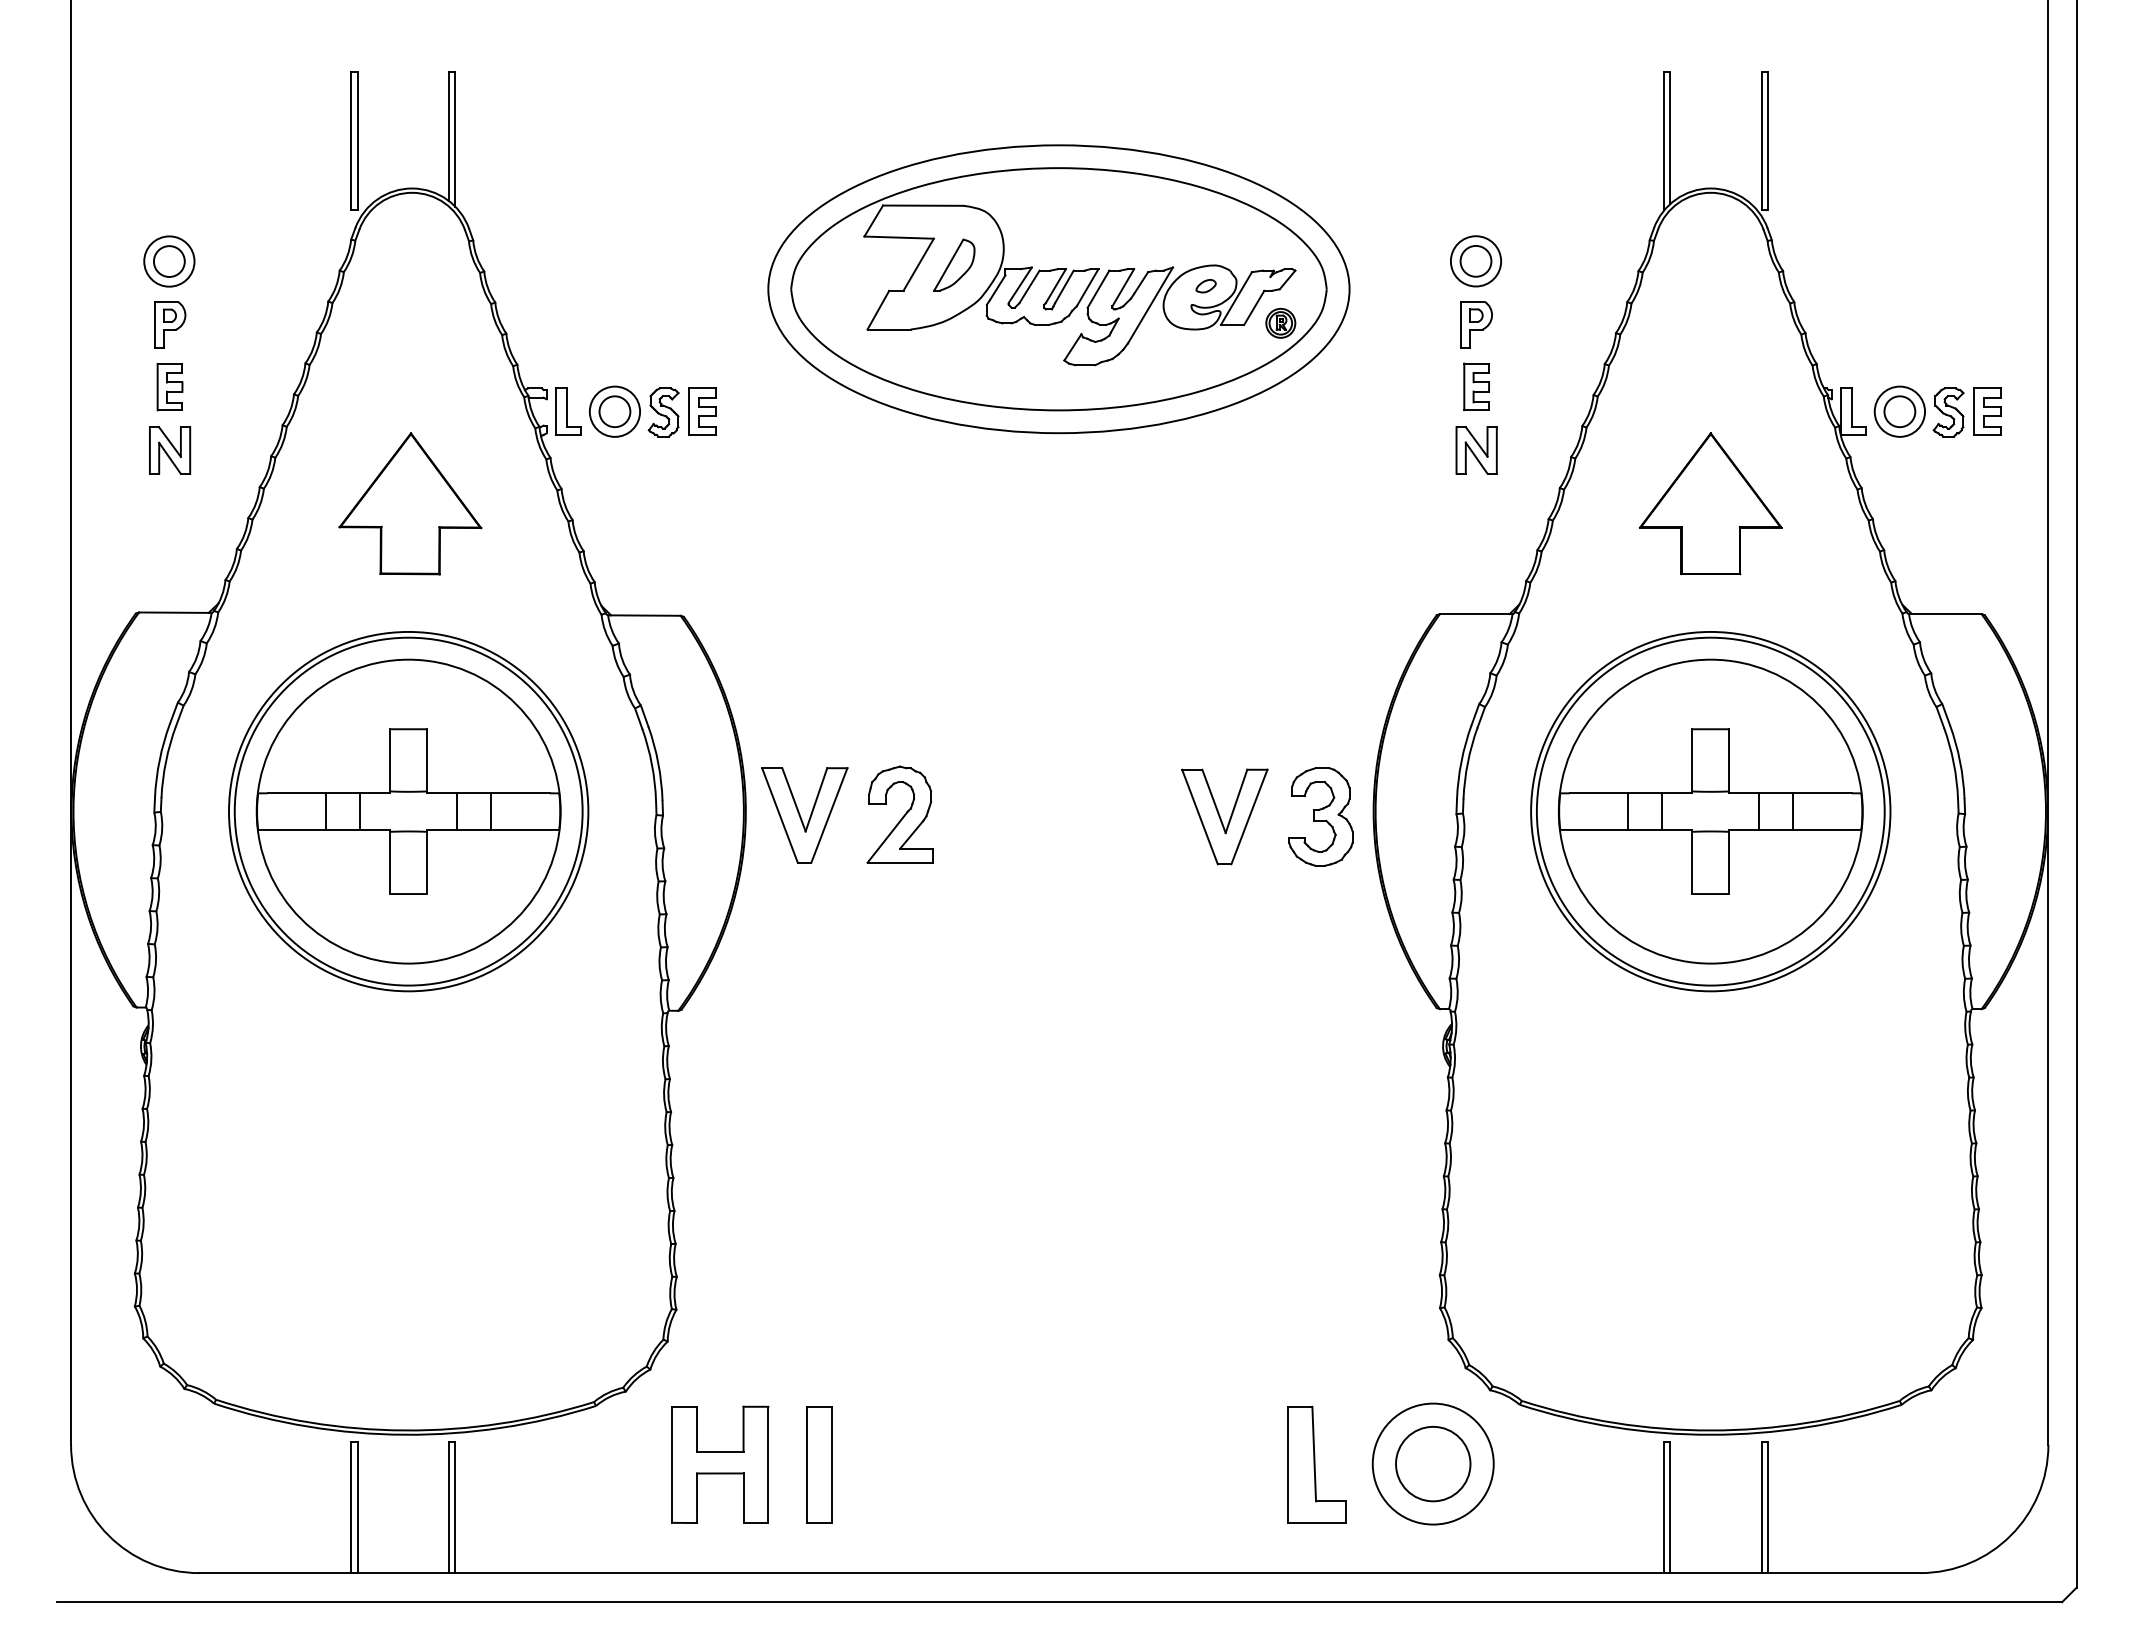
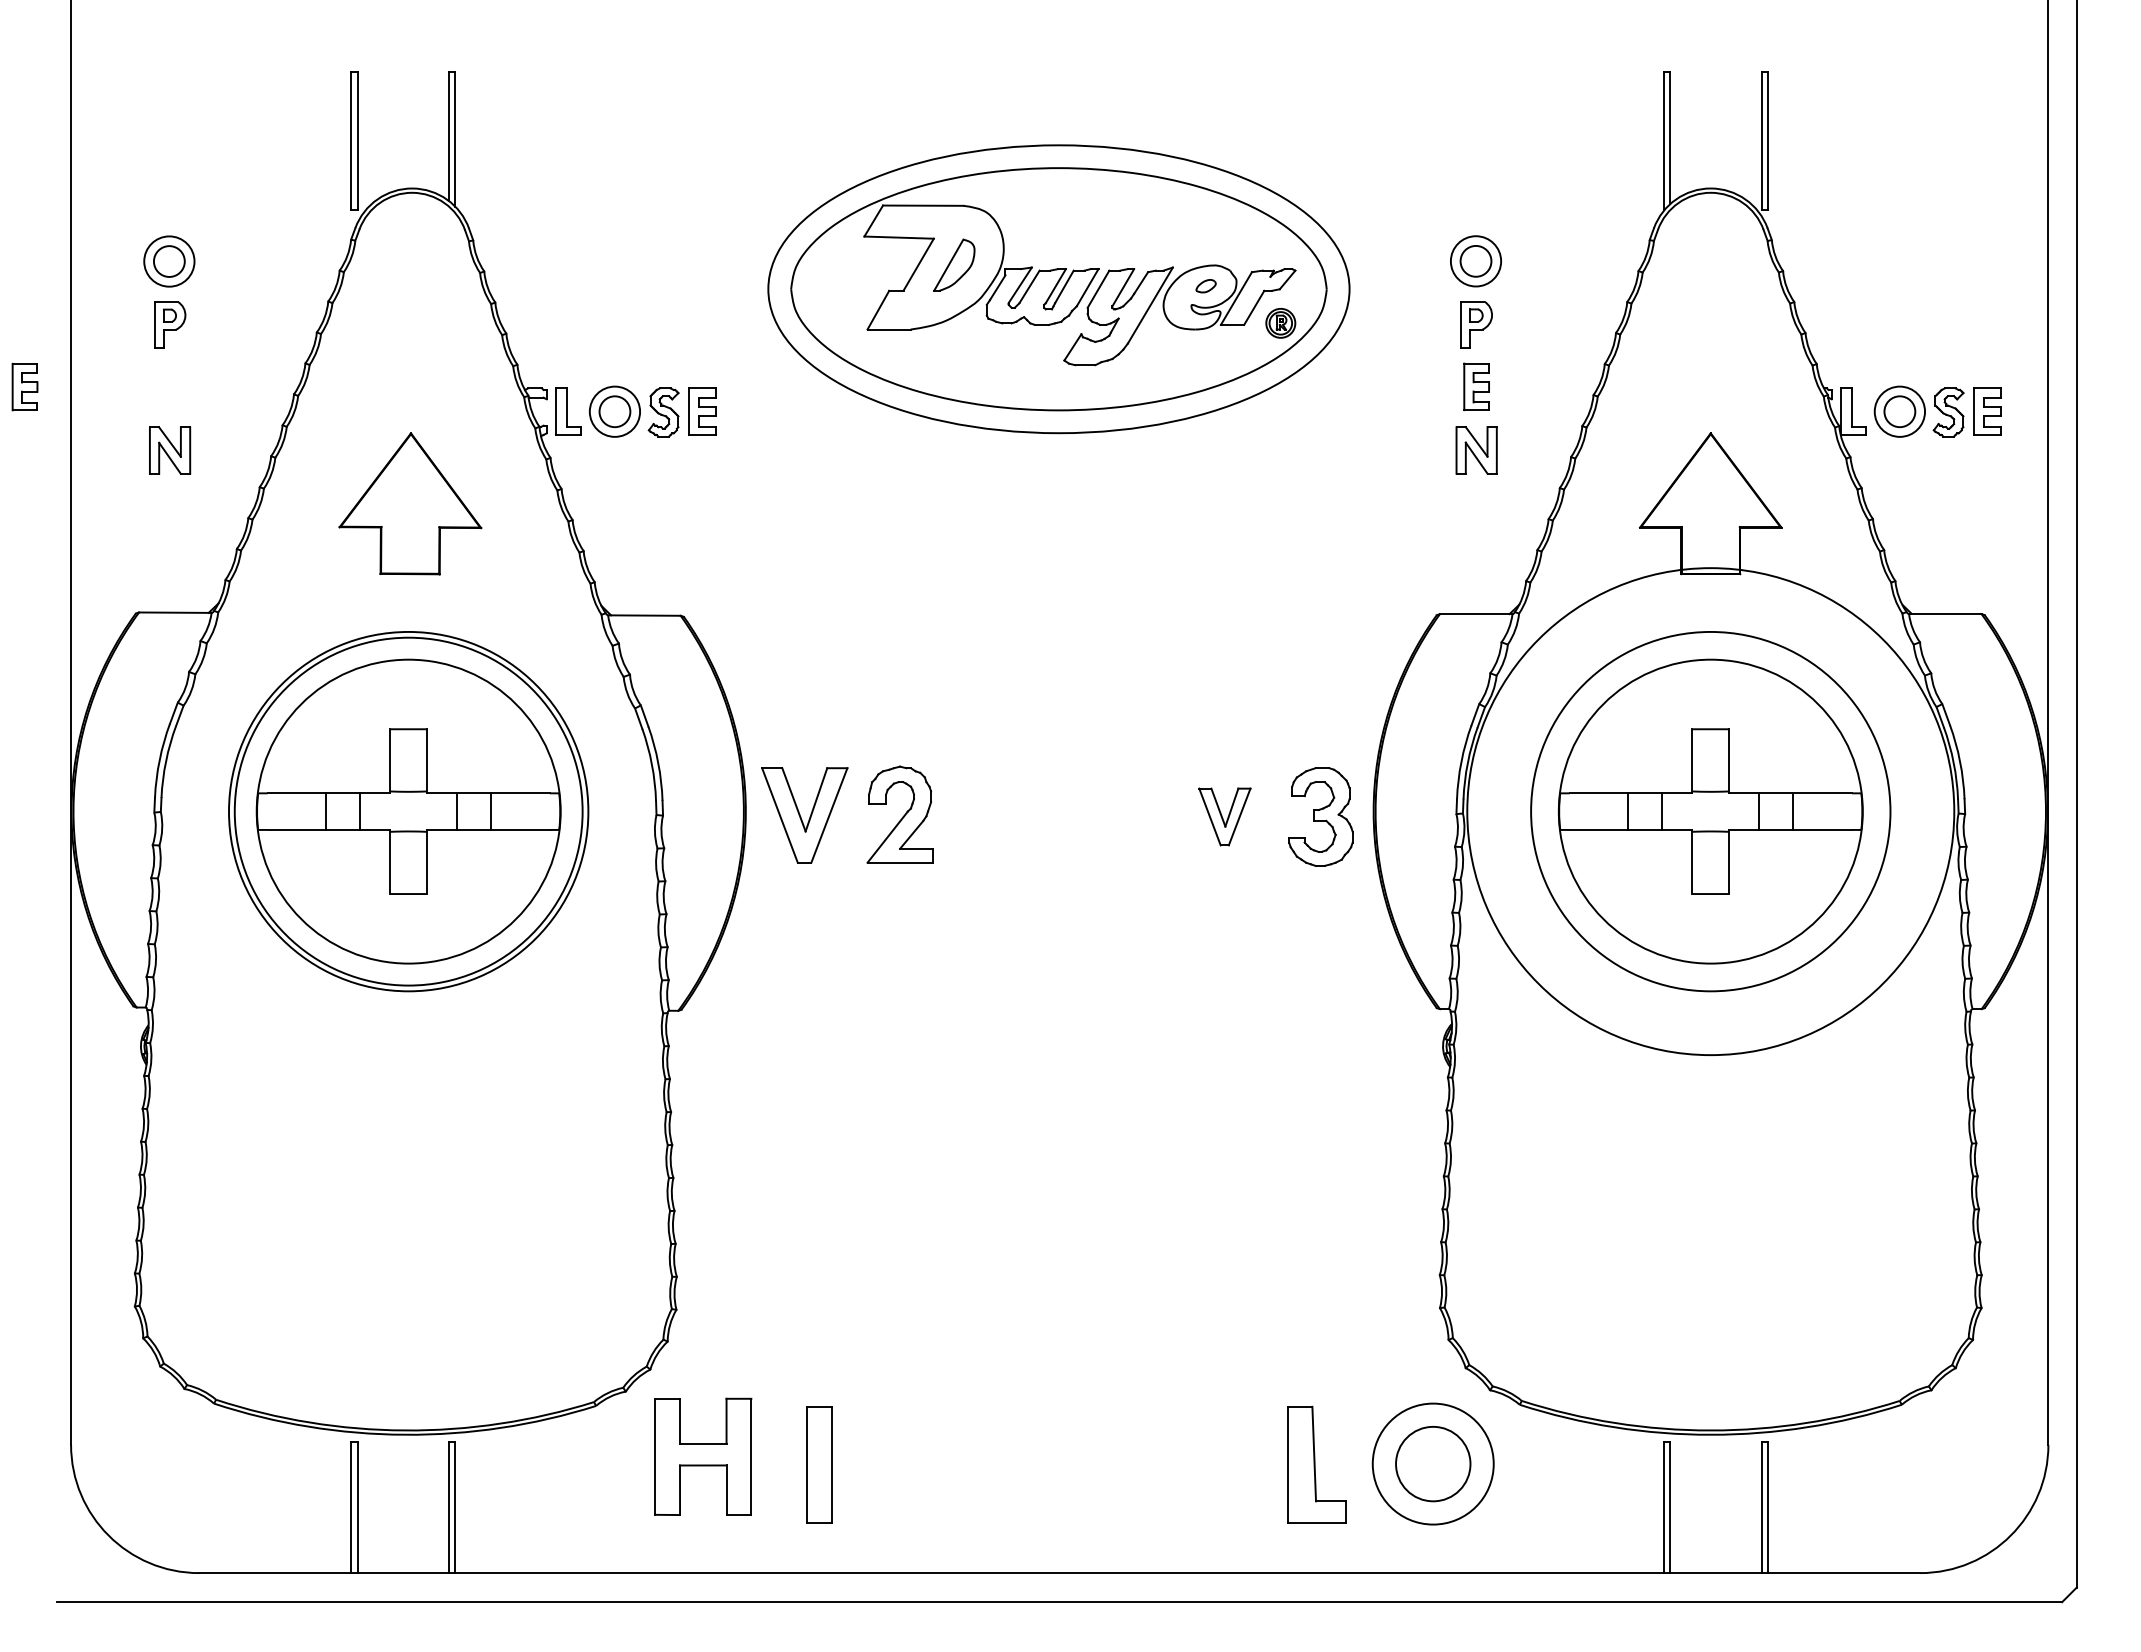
part at (169, 387) position: (169, 387) -> (24, 387)
circle at (1710, 811) diameter: 348 px -> 487 px
part at (1224, 816) size: 88x98 px -> 54x60 px
part at (720, 1464) position: (720, 1464) -> (703, 1456)
